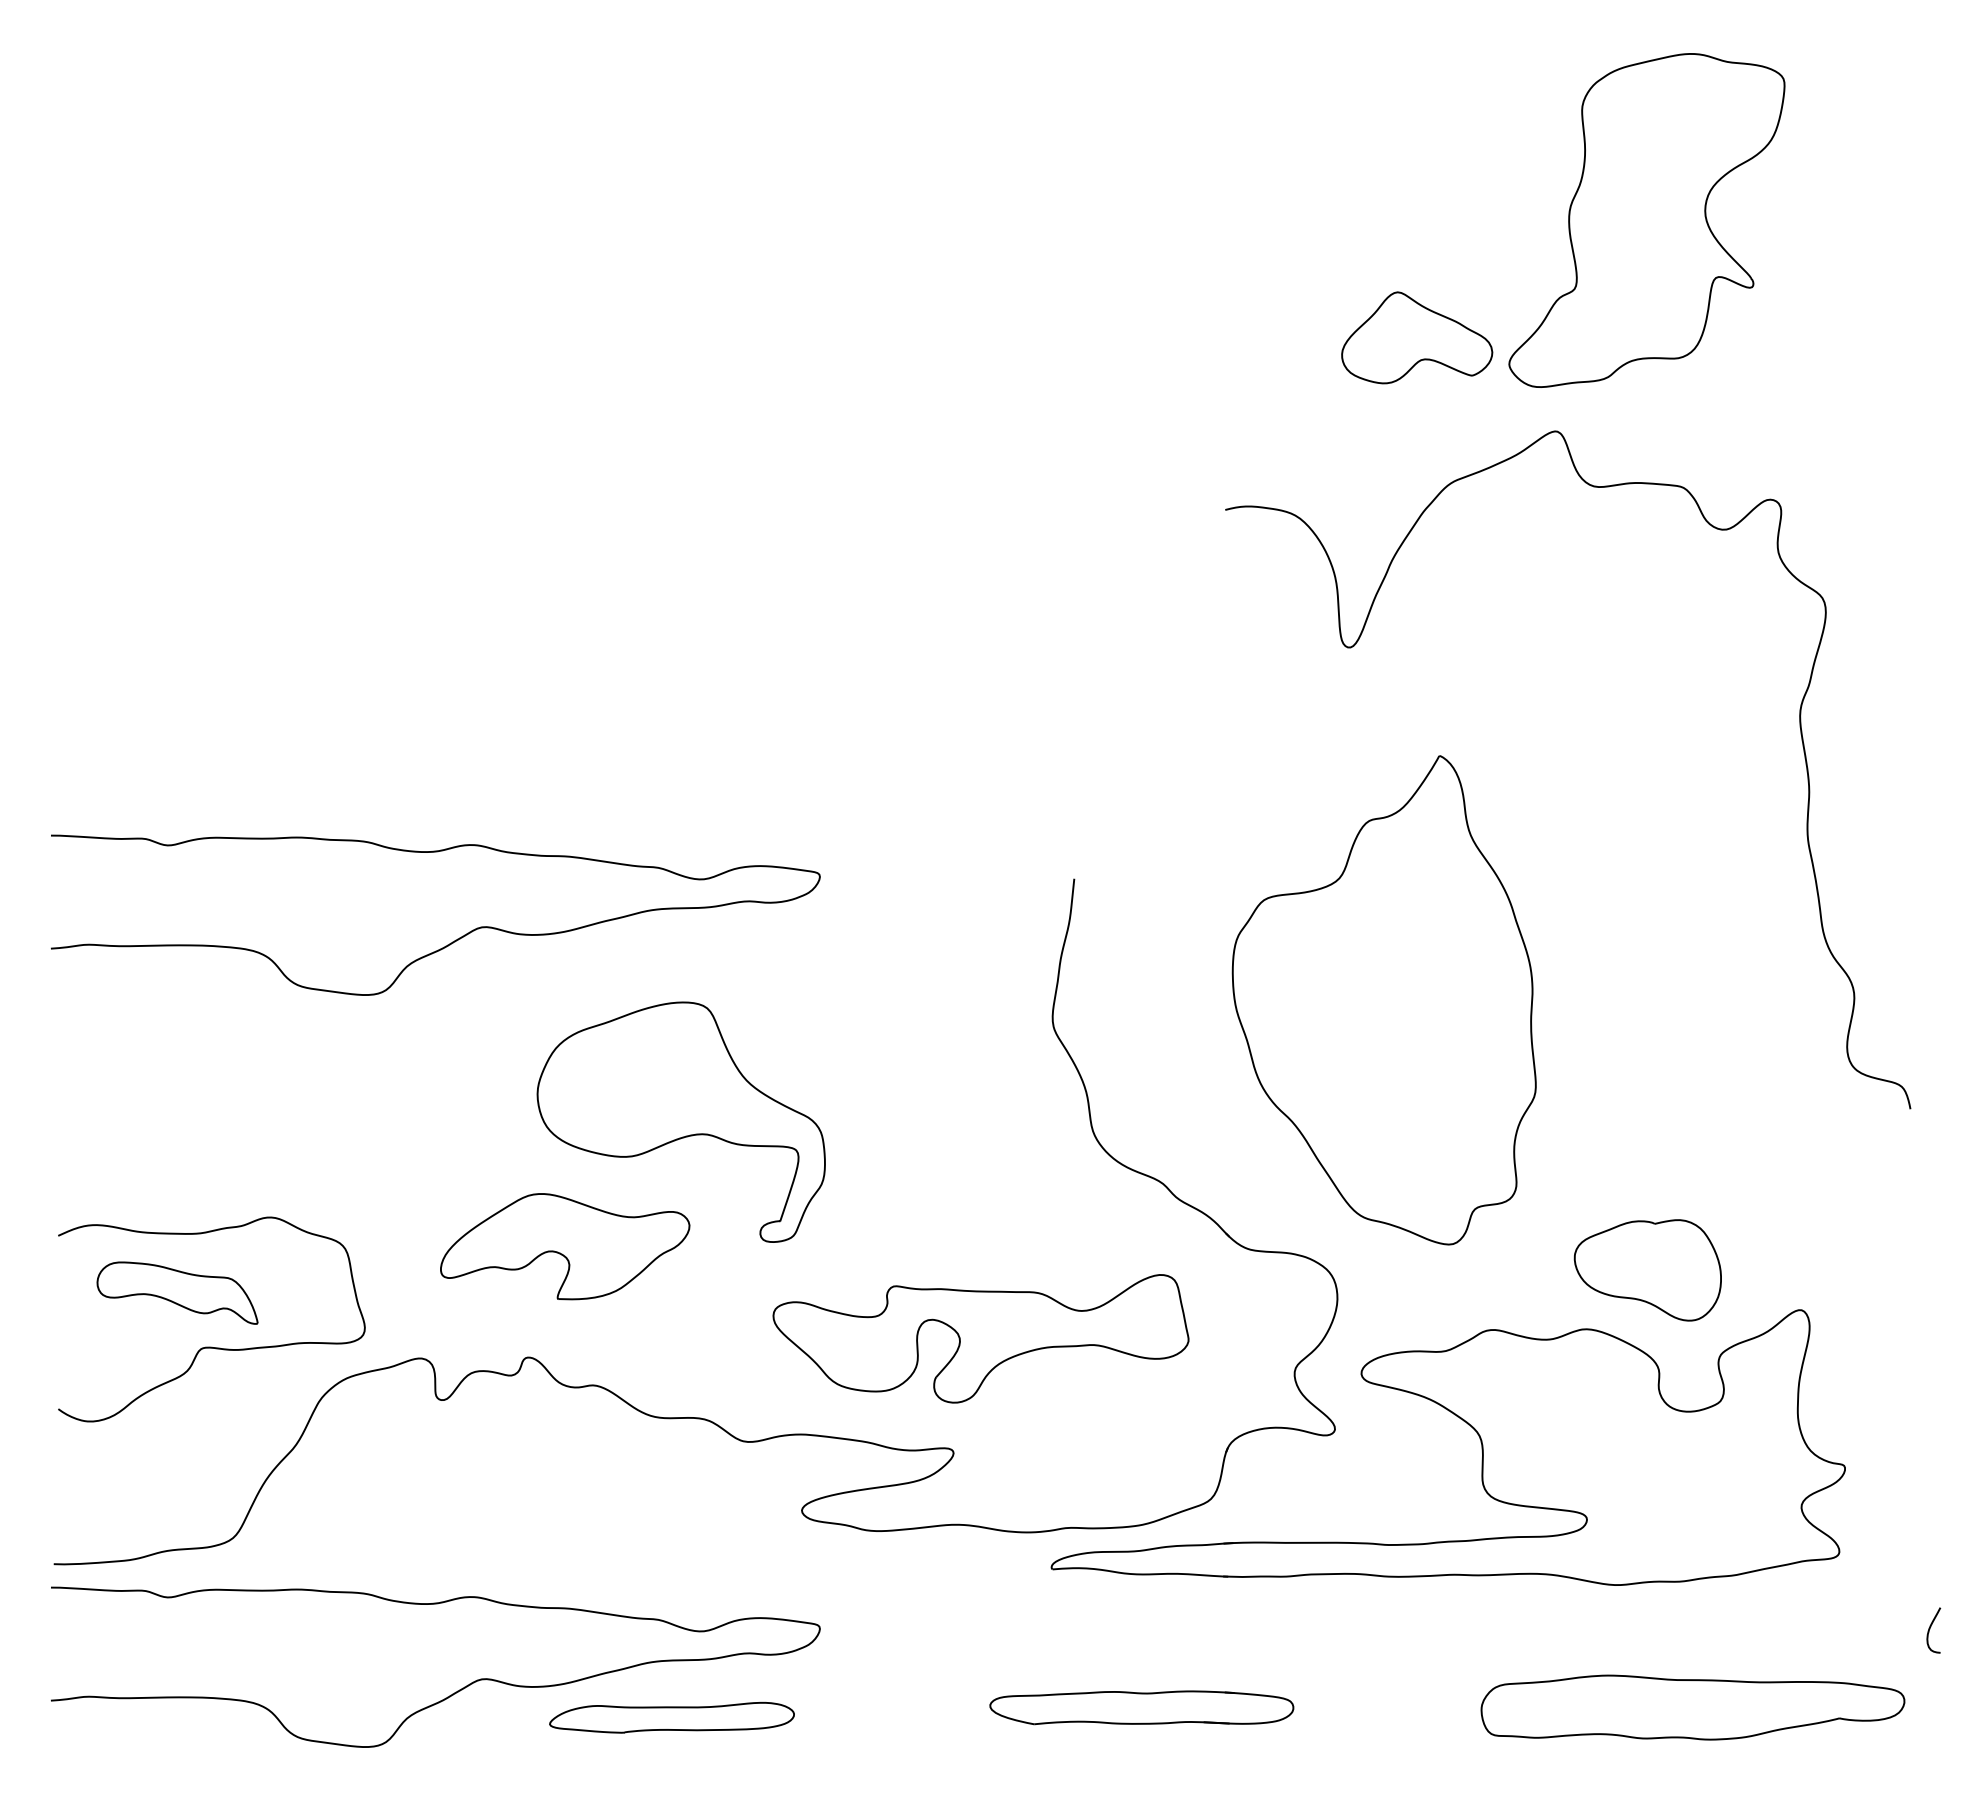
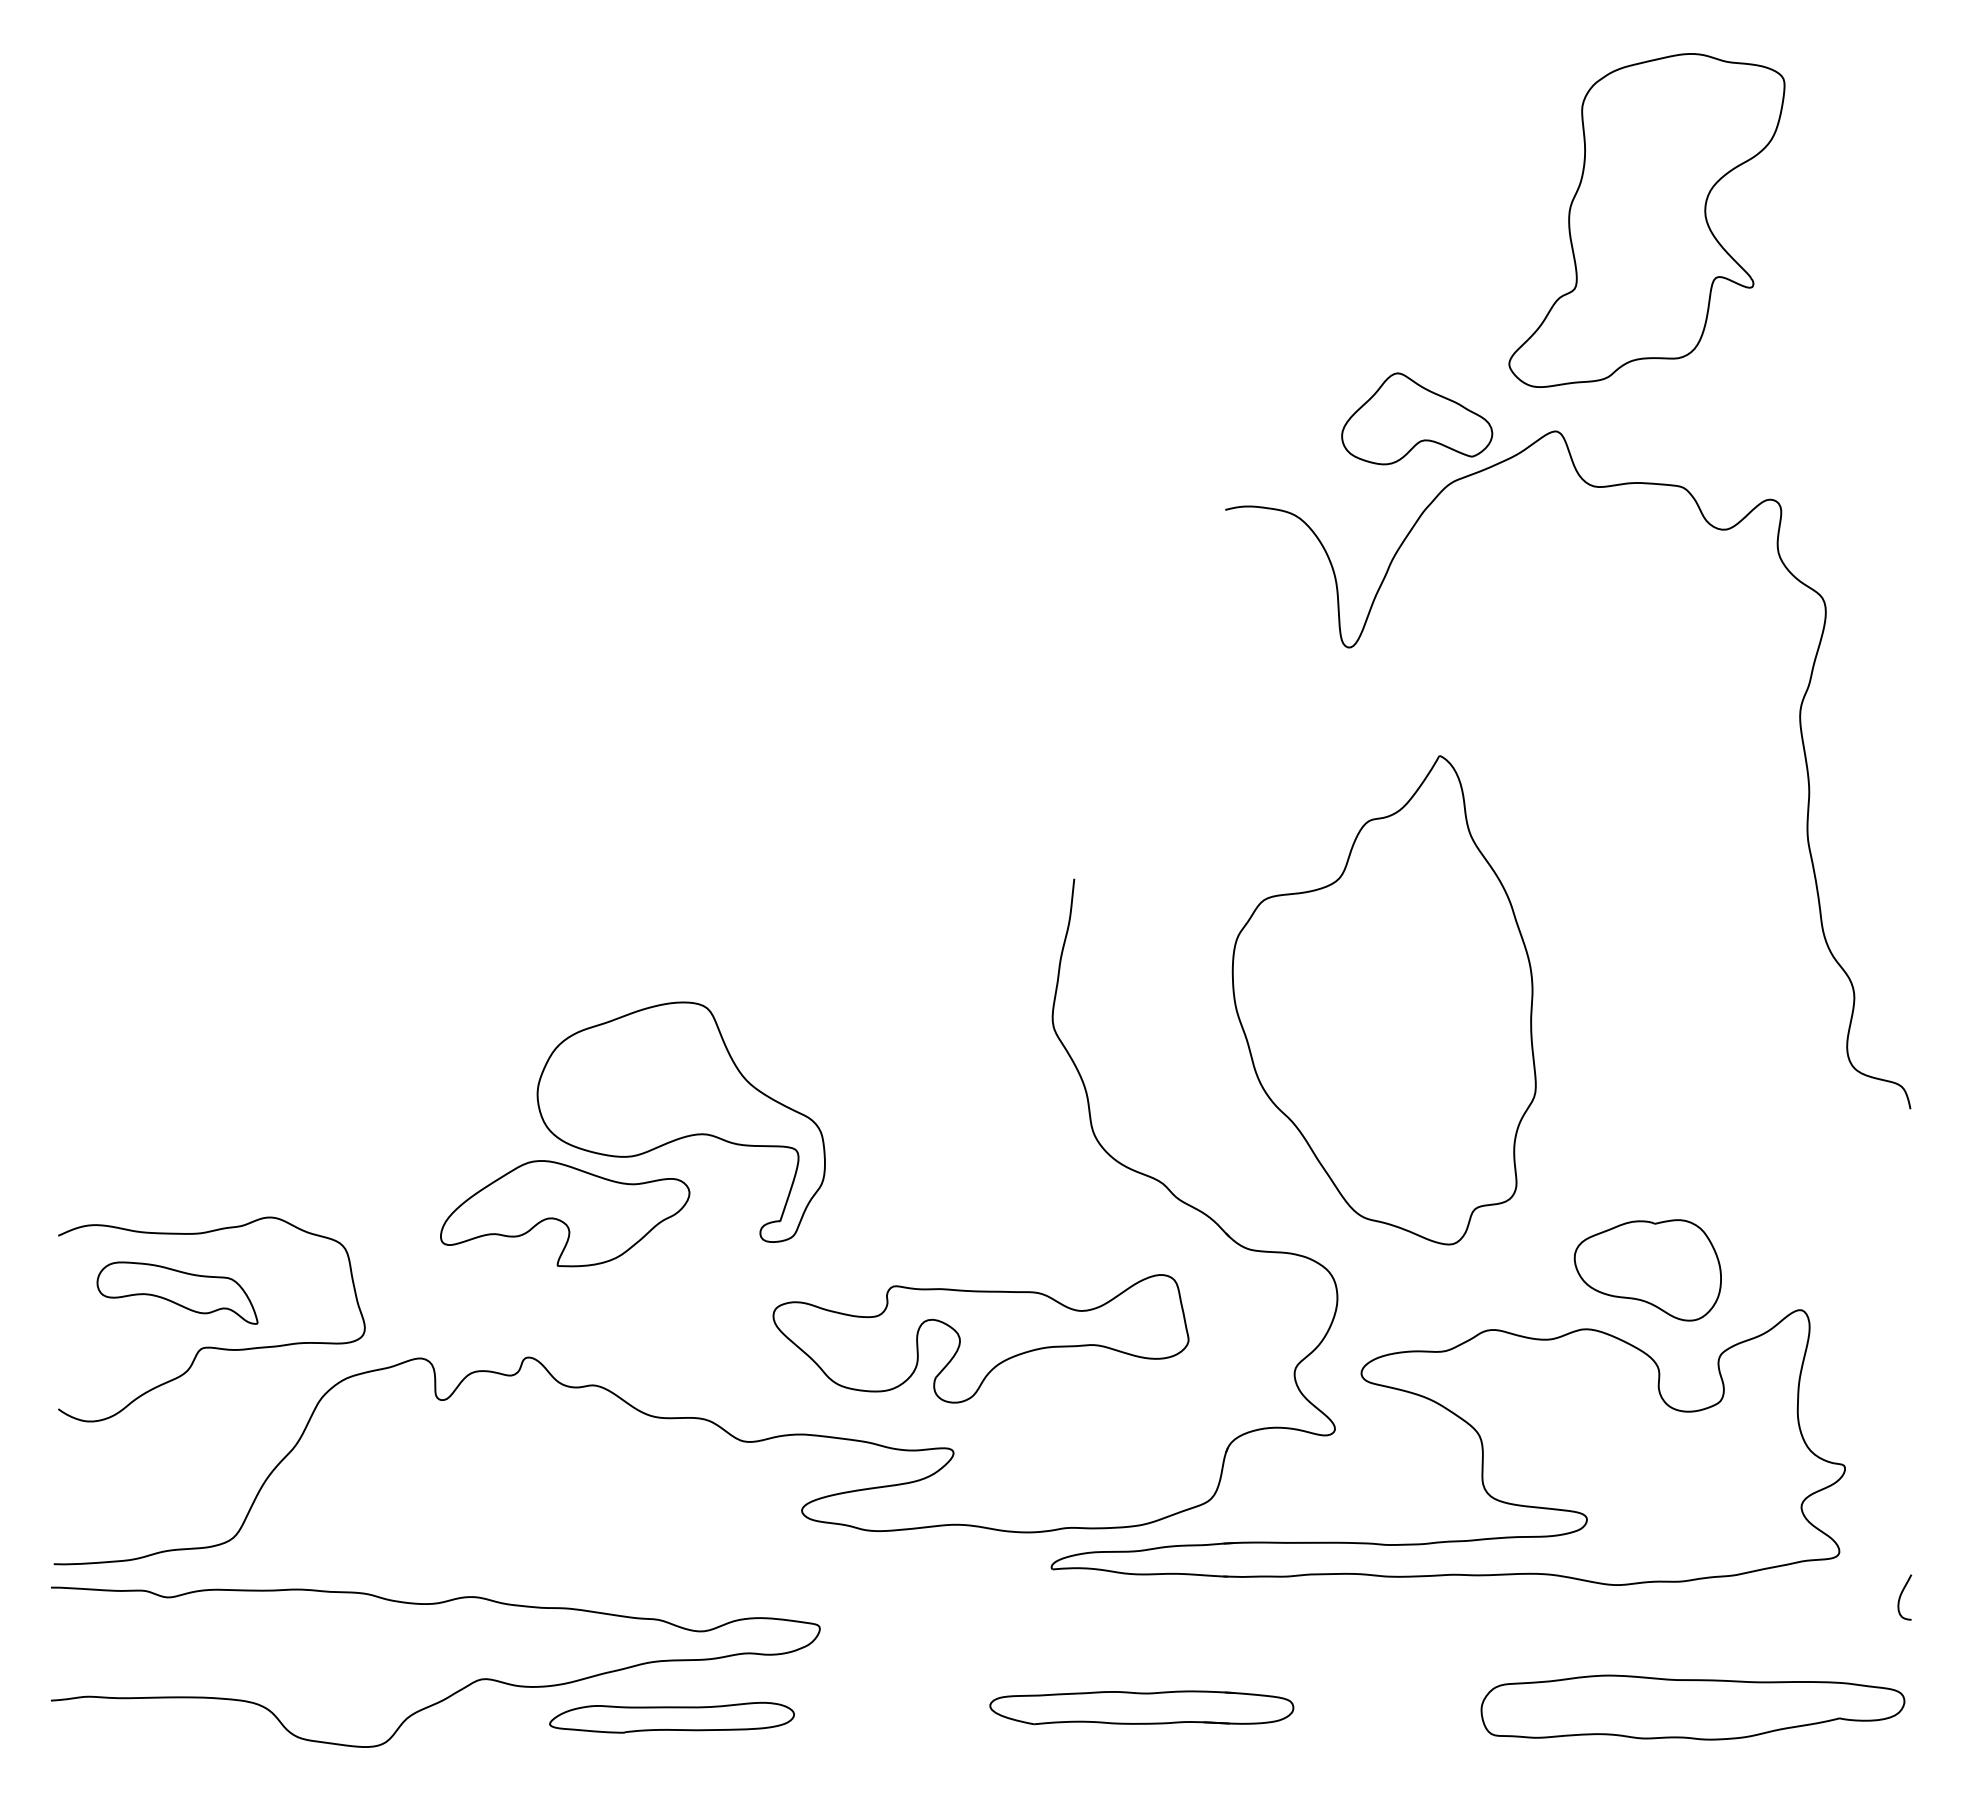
part at (1417, 337) position: (1417, 337) -> (1417, 418)
curve at (452, 941): present -> none
part at (565, 1246) position: (565, 1246) -> (565, 1213)
curve at (1930, 1629) position: (1930, 1629) -> (1901, 1596)
